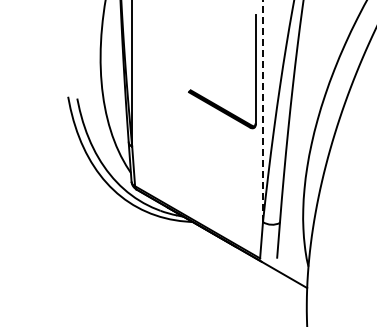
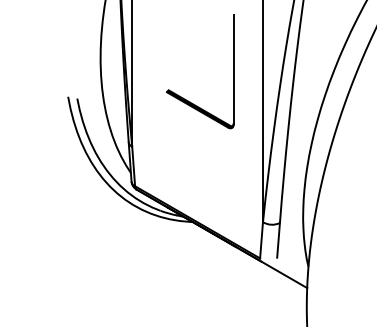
part at (207, 98) position: (207, 98) -> (185, 98)
line at (262, 111): dashed -> solid
